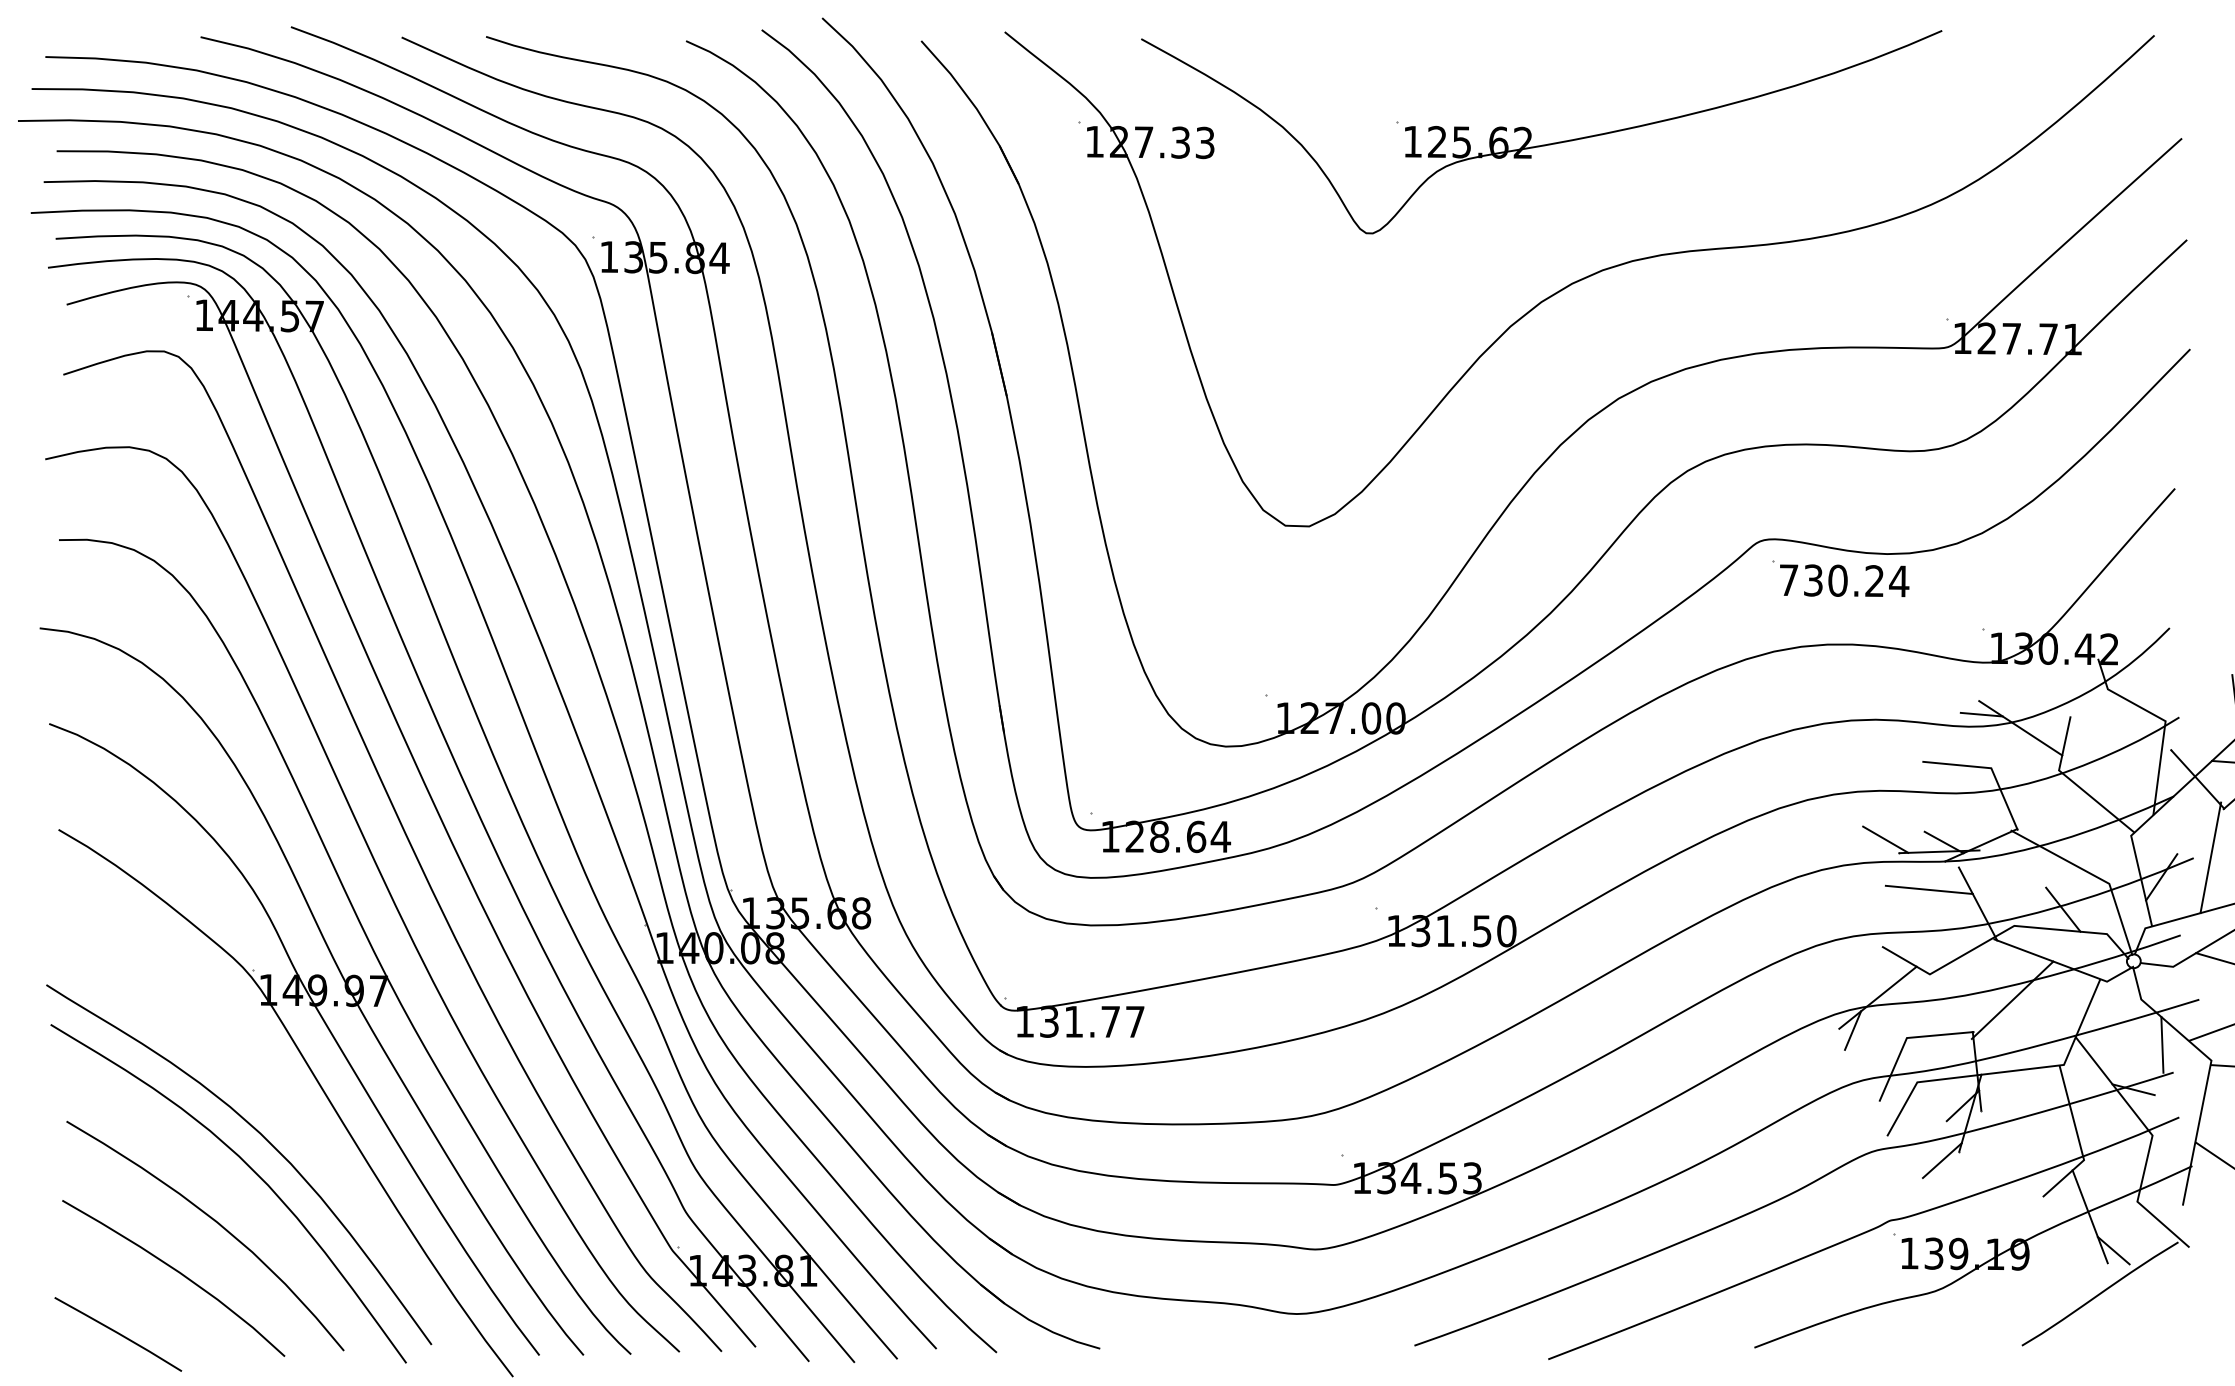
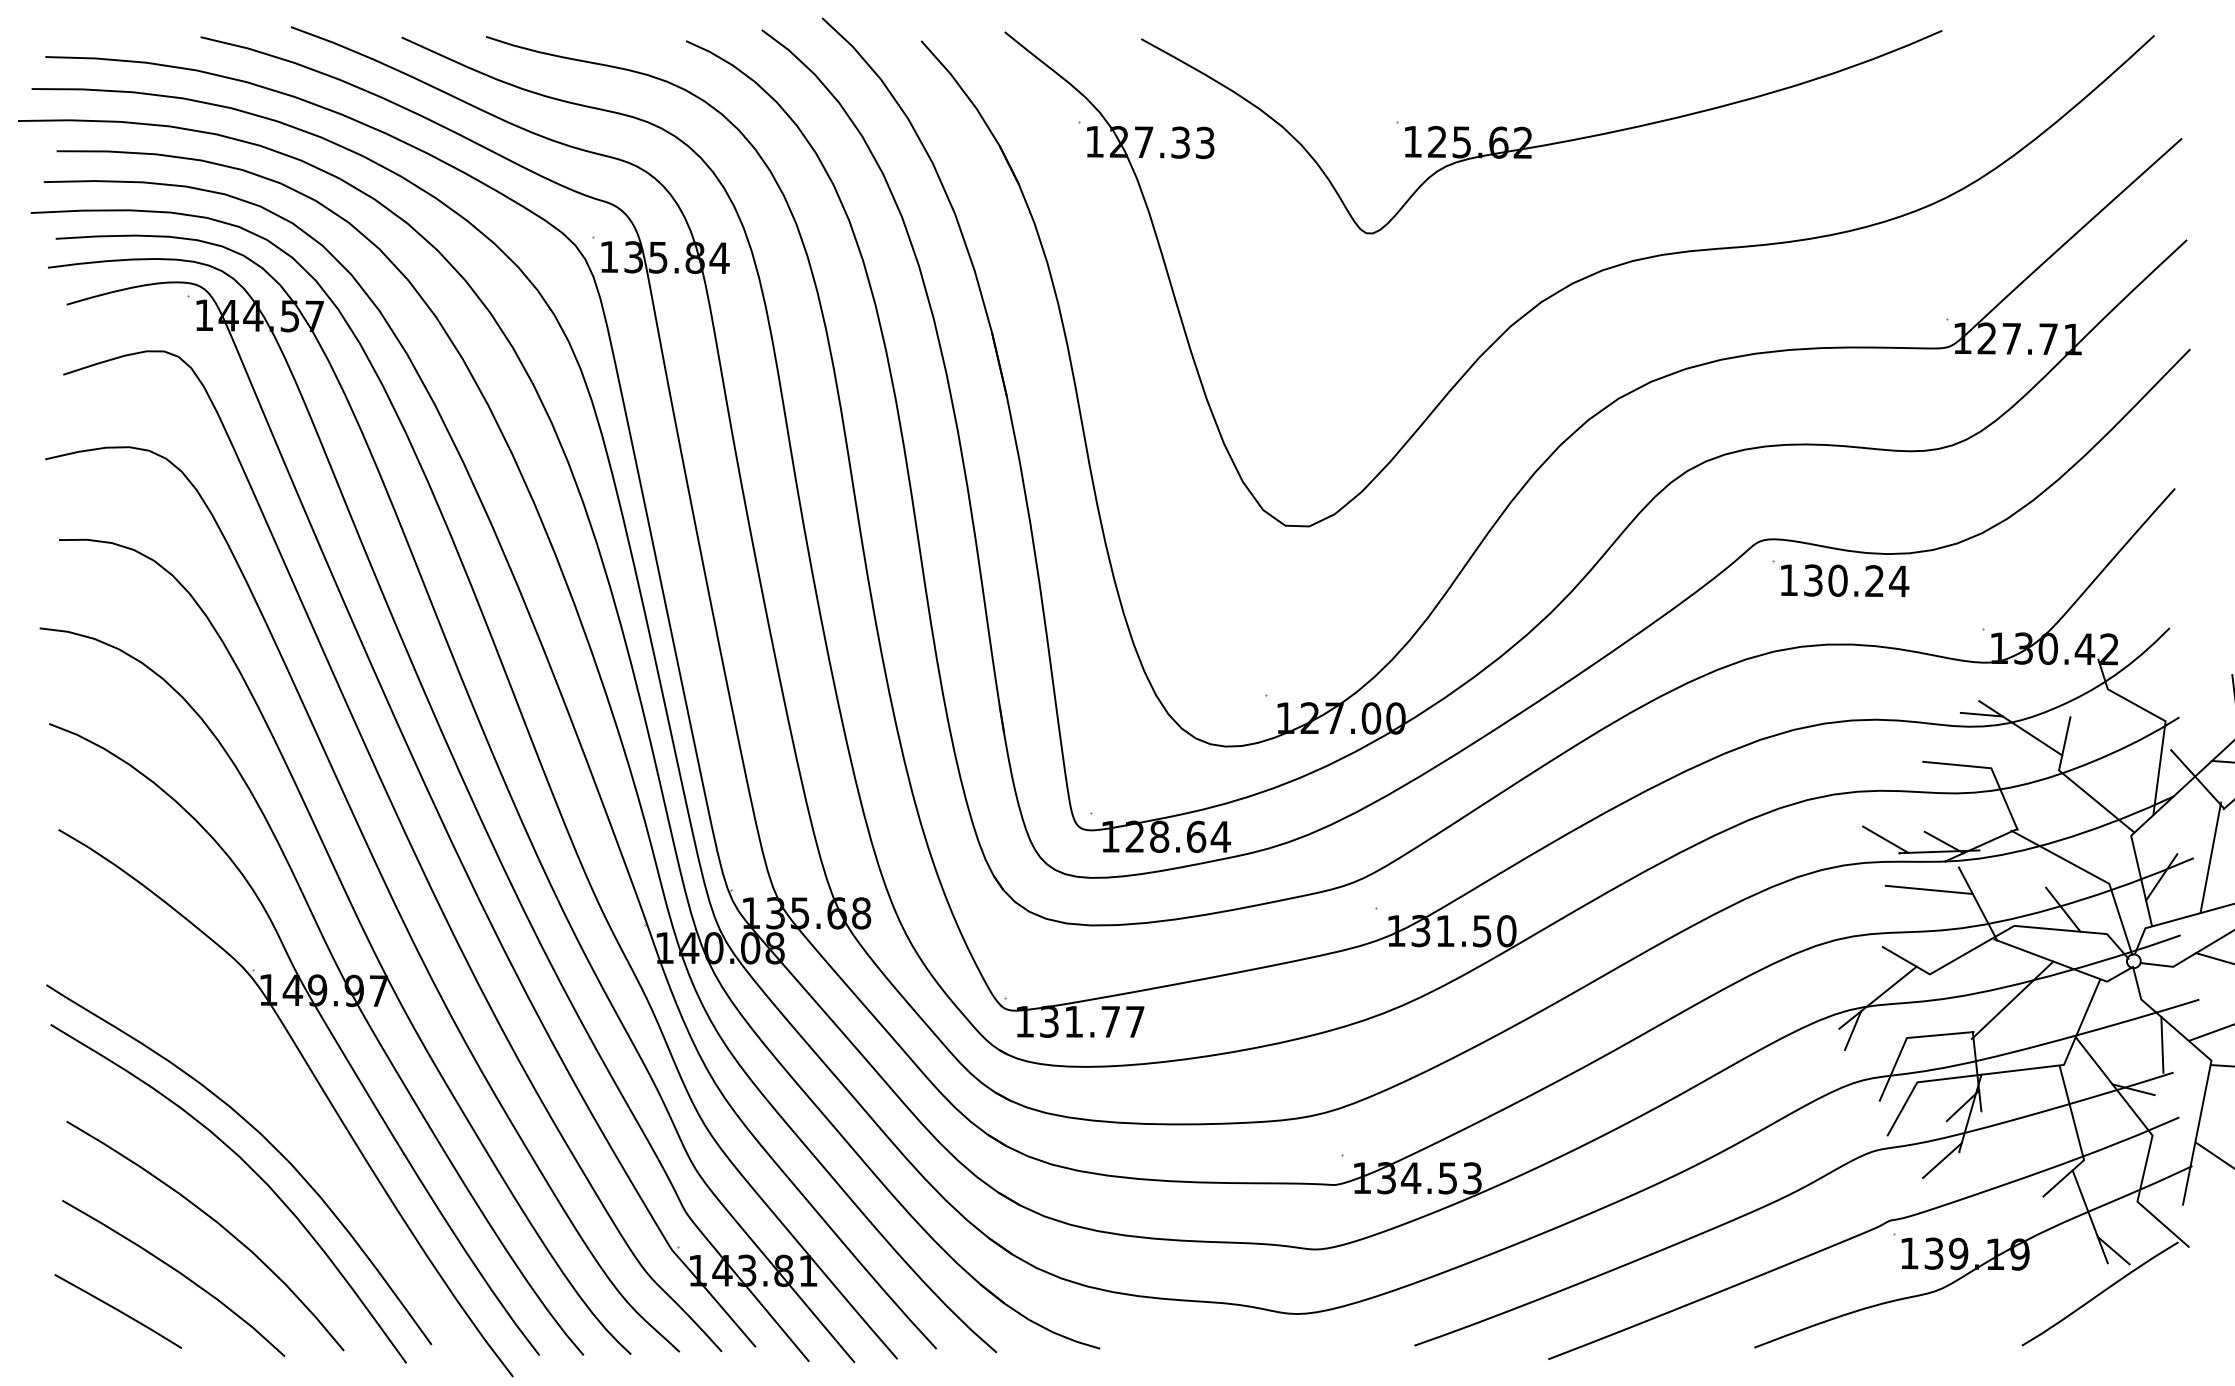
text at (1789, 579): 730.24 -> 130.24
line at (118, 1334) position: (118, 1334) -> (118, 1311)
